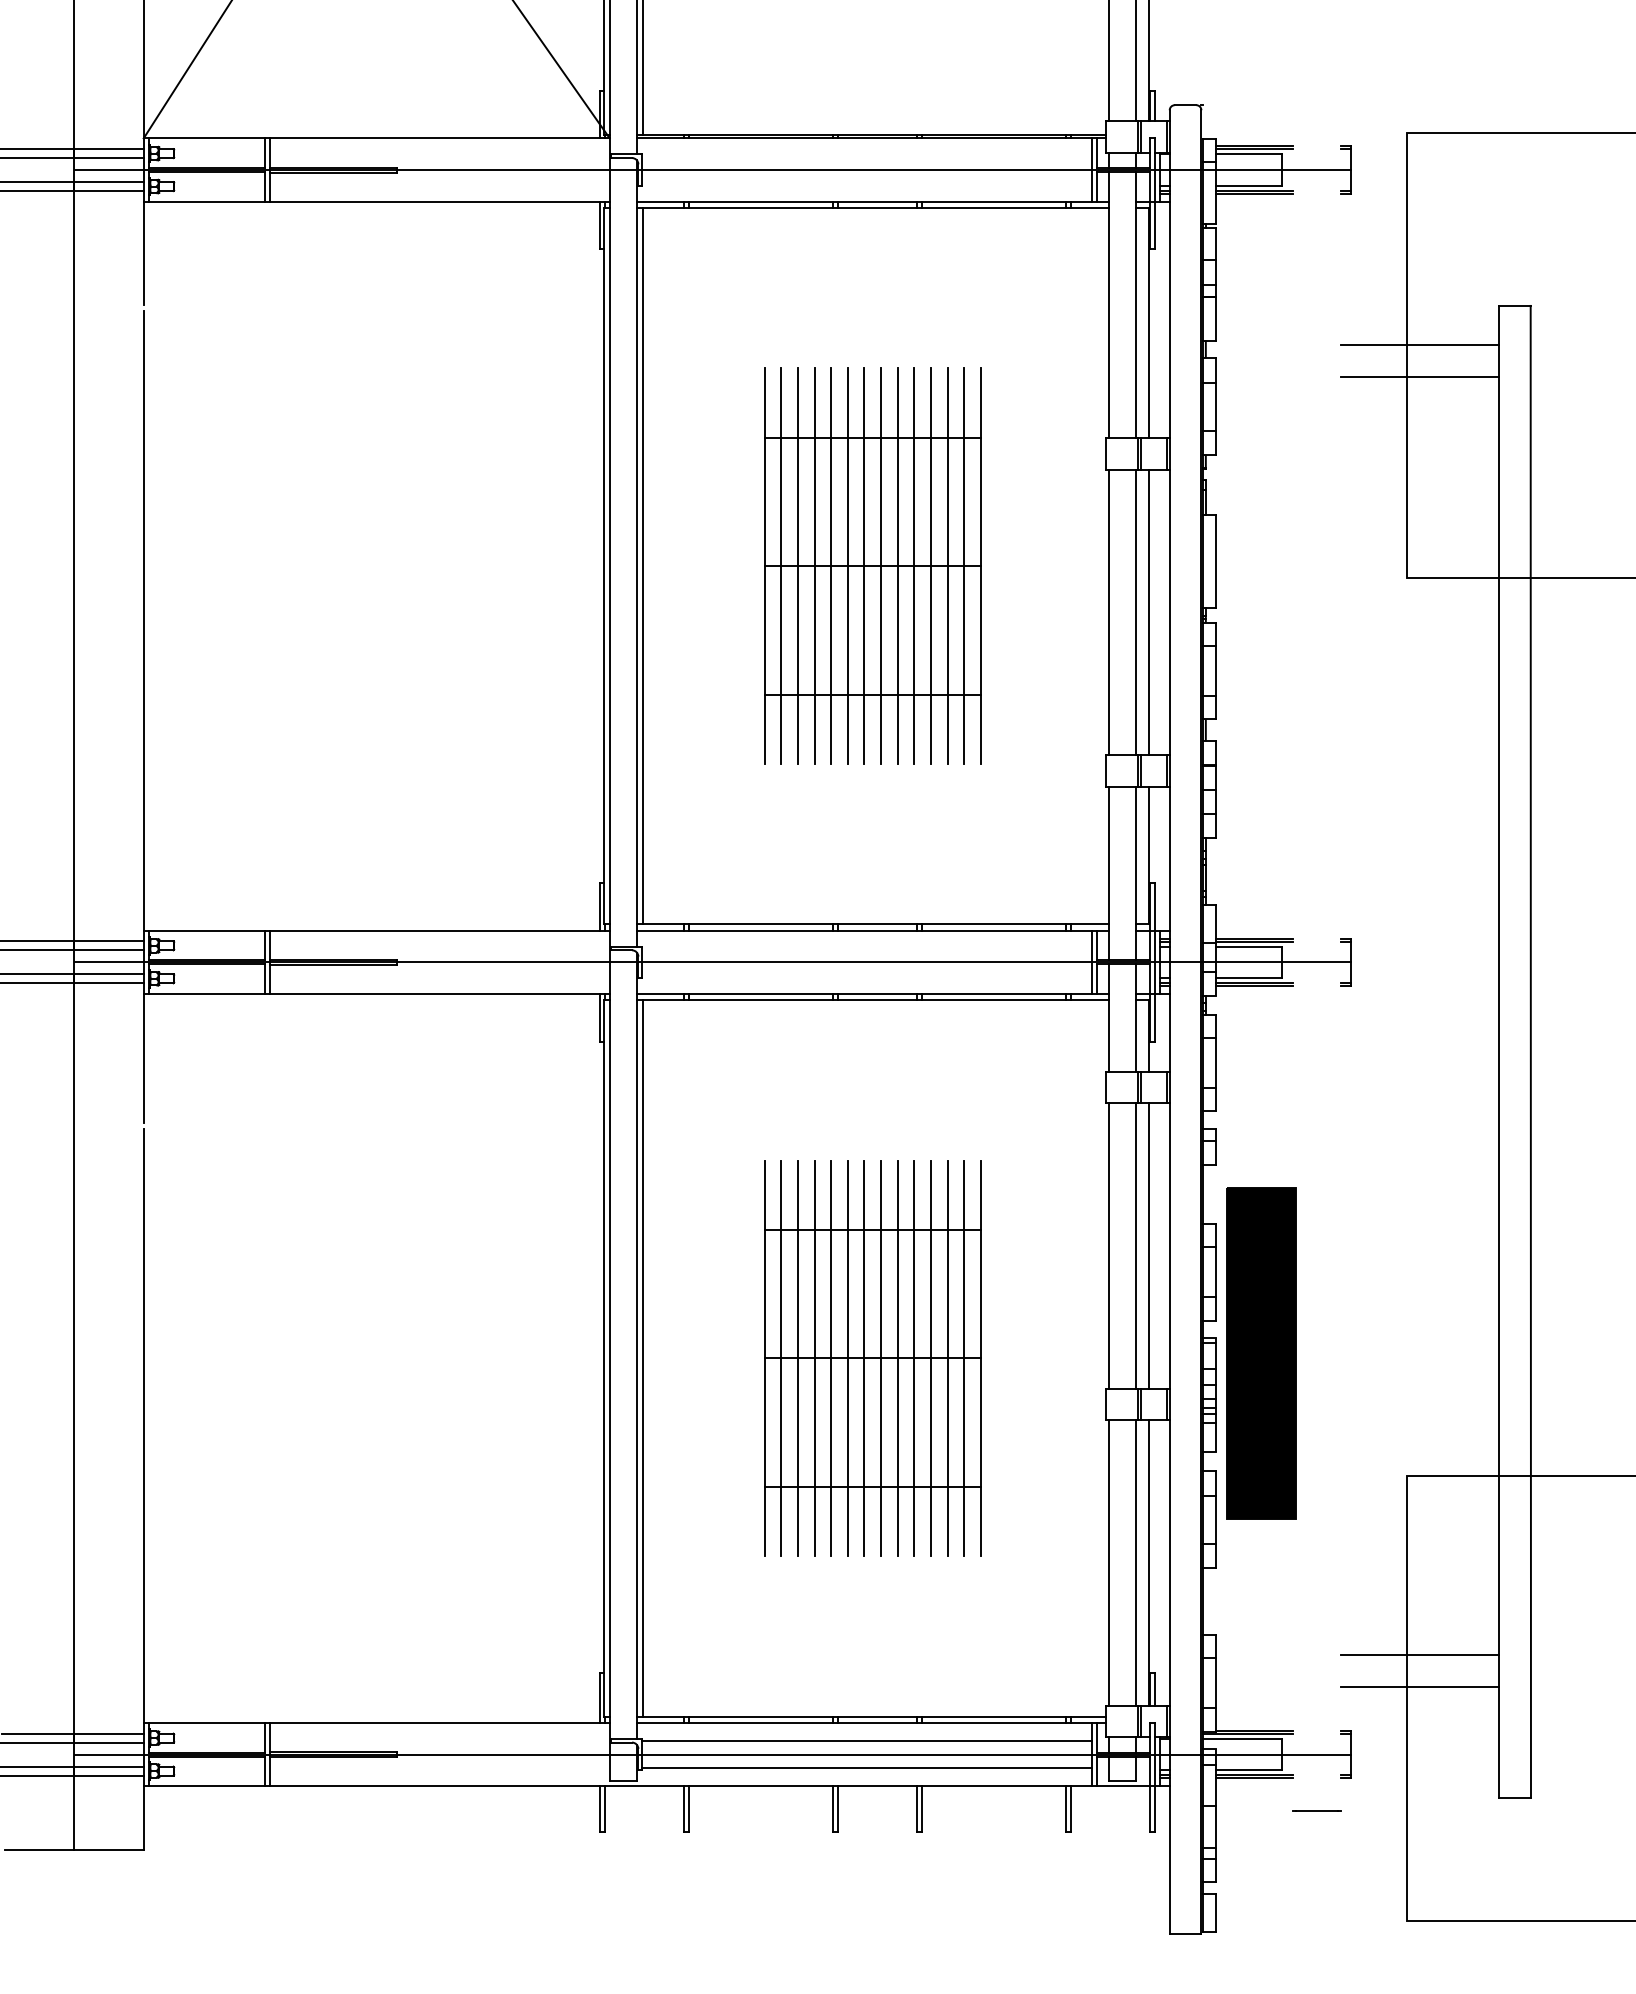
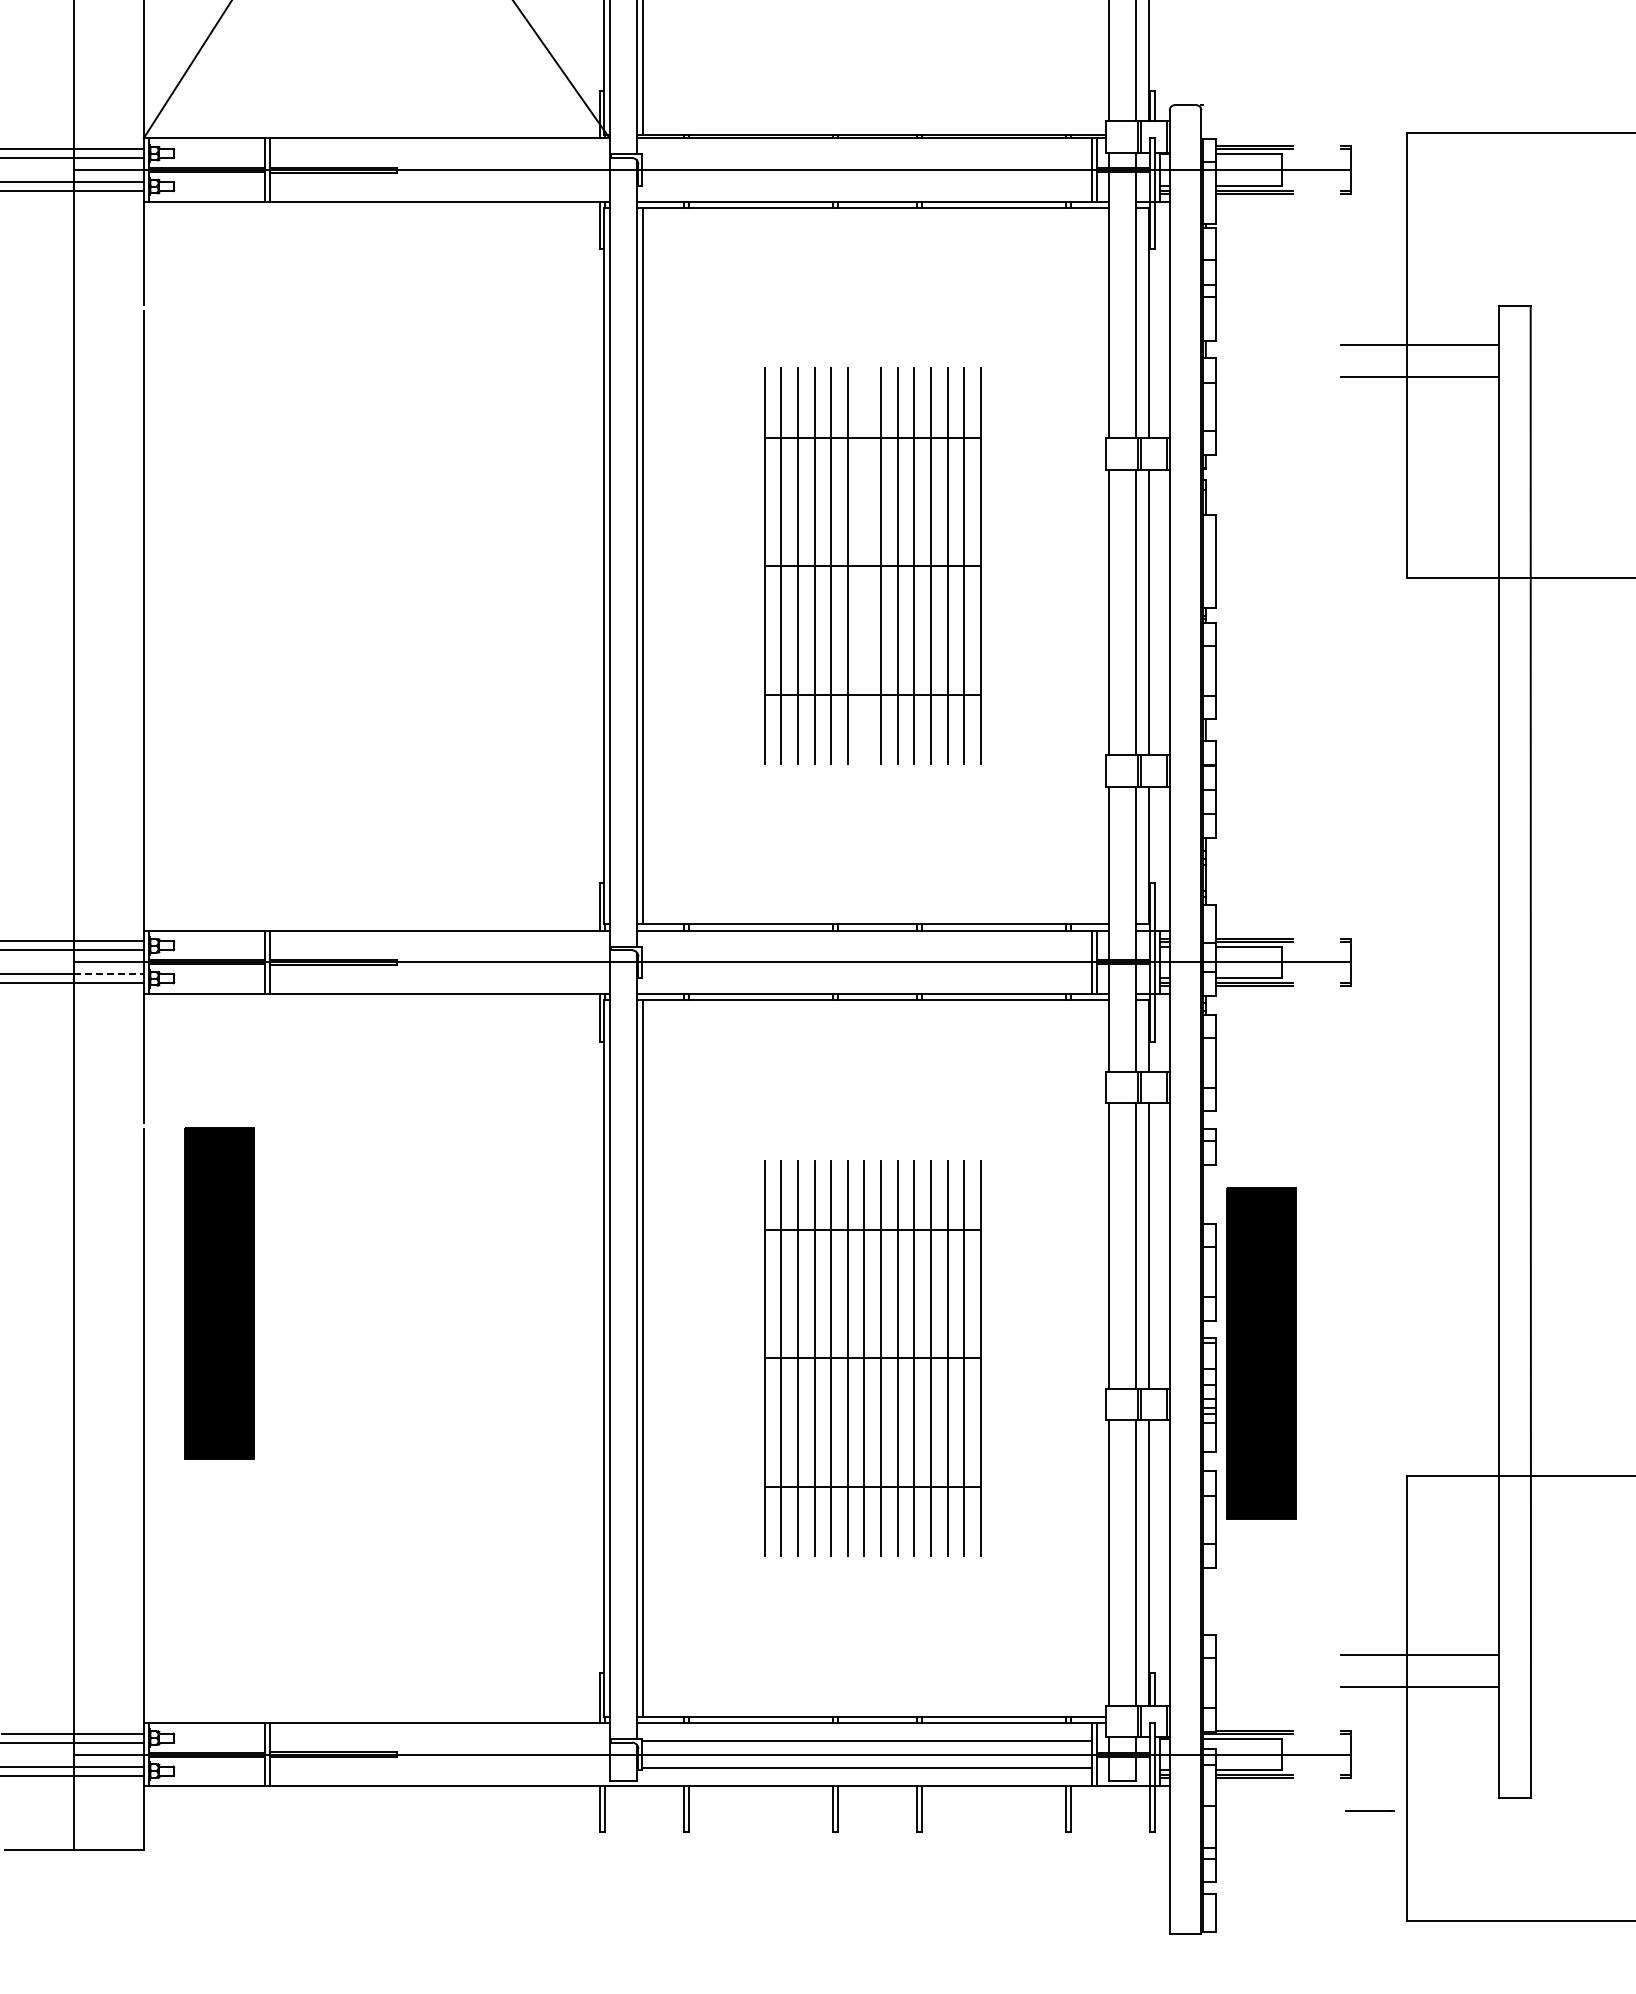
line at (864, 565): present -> none
line at (109, 974): solid -> dashed
part at (219, 1293): none -> present
line at (1316, 1810) position: (1316, 1810) -> (1369, 1810)
